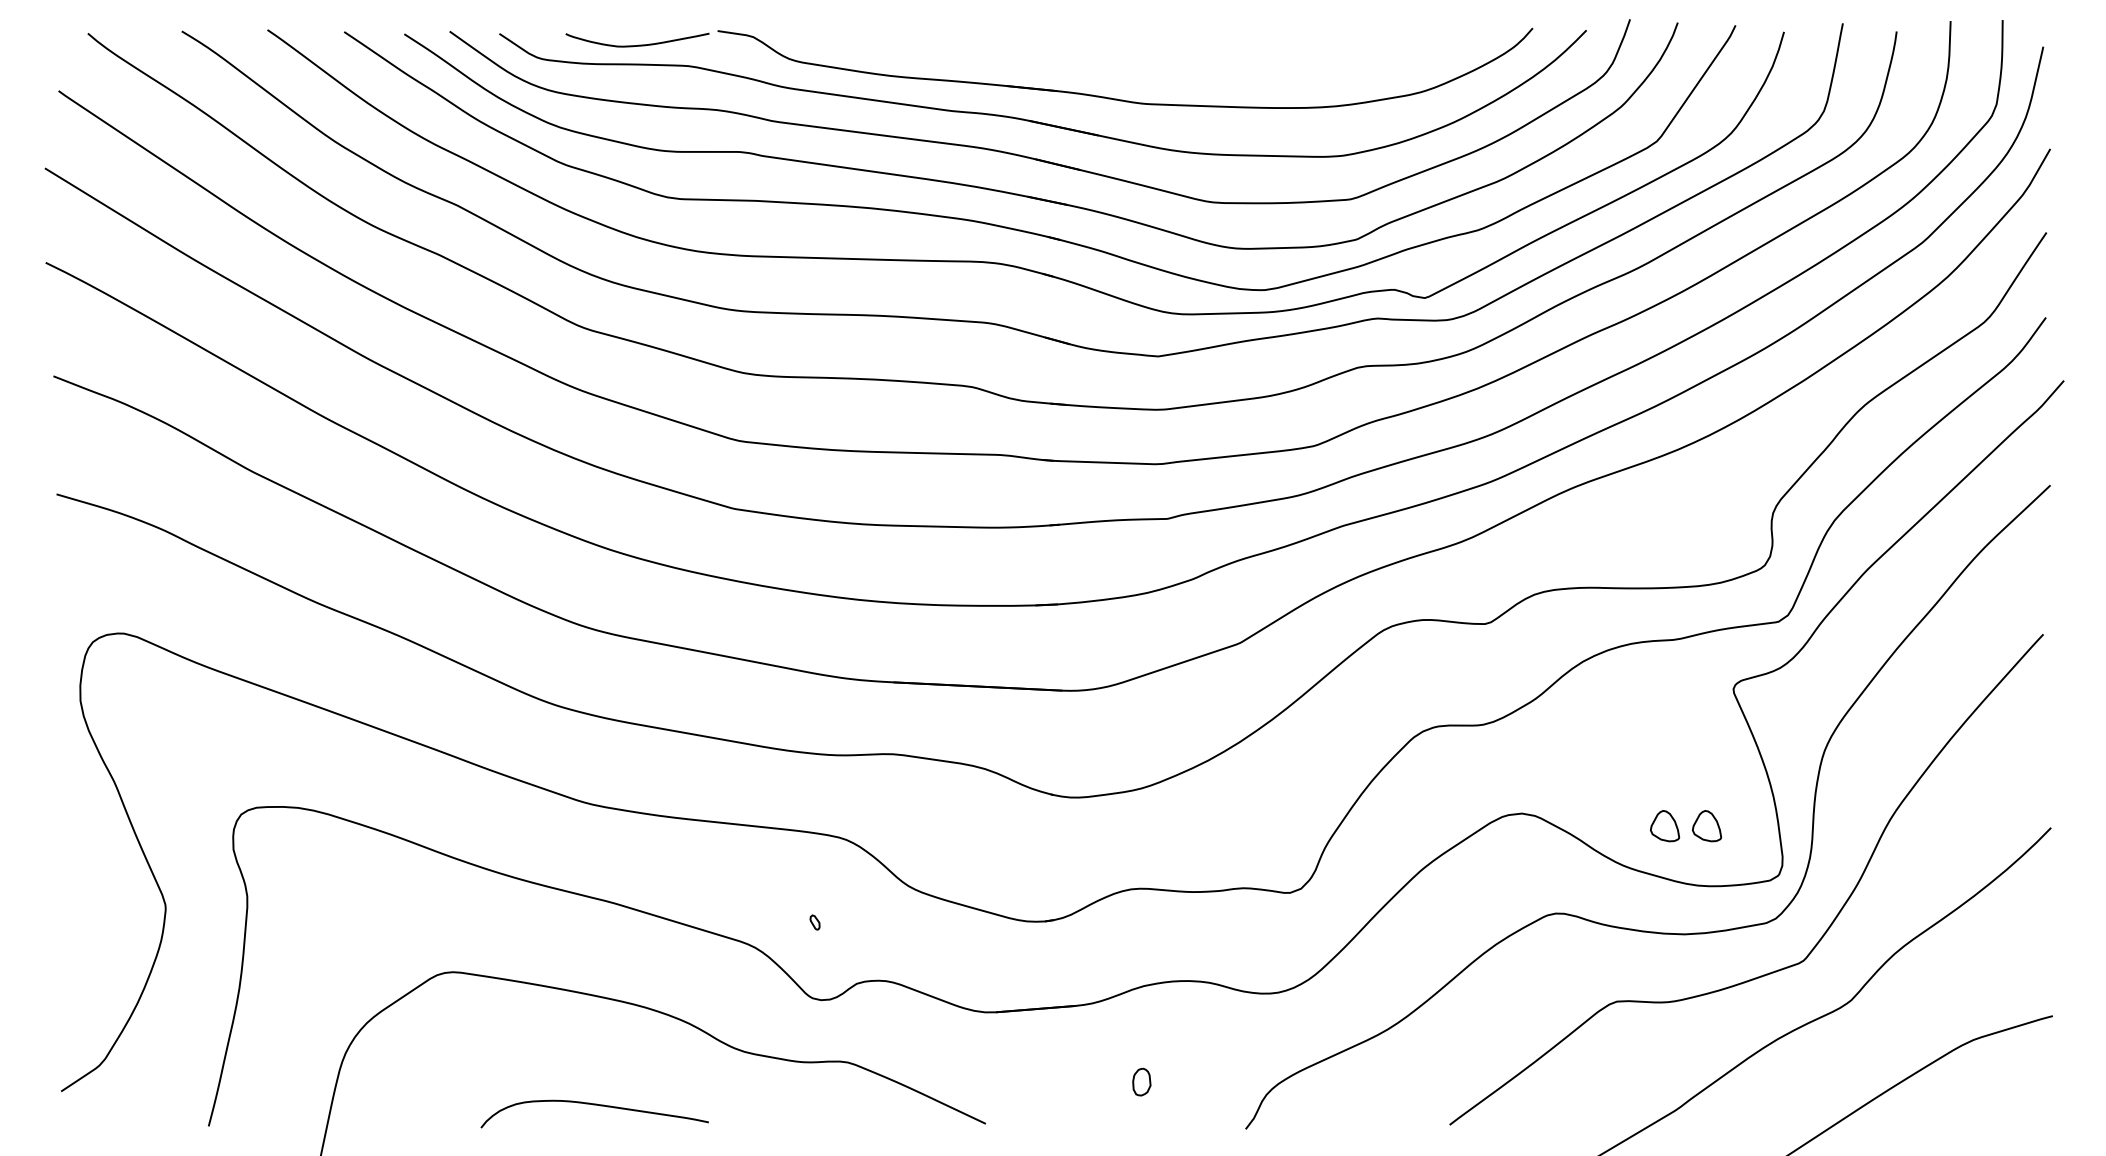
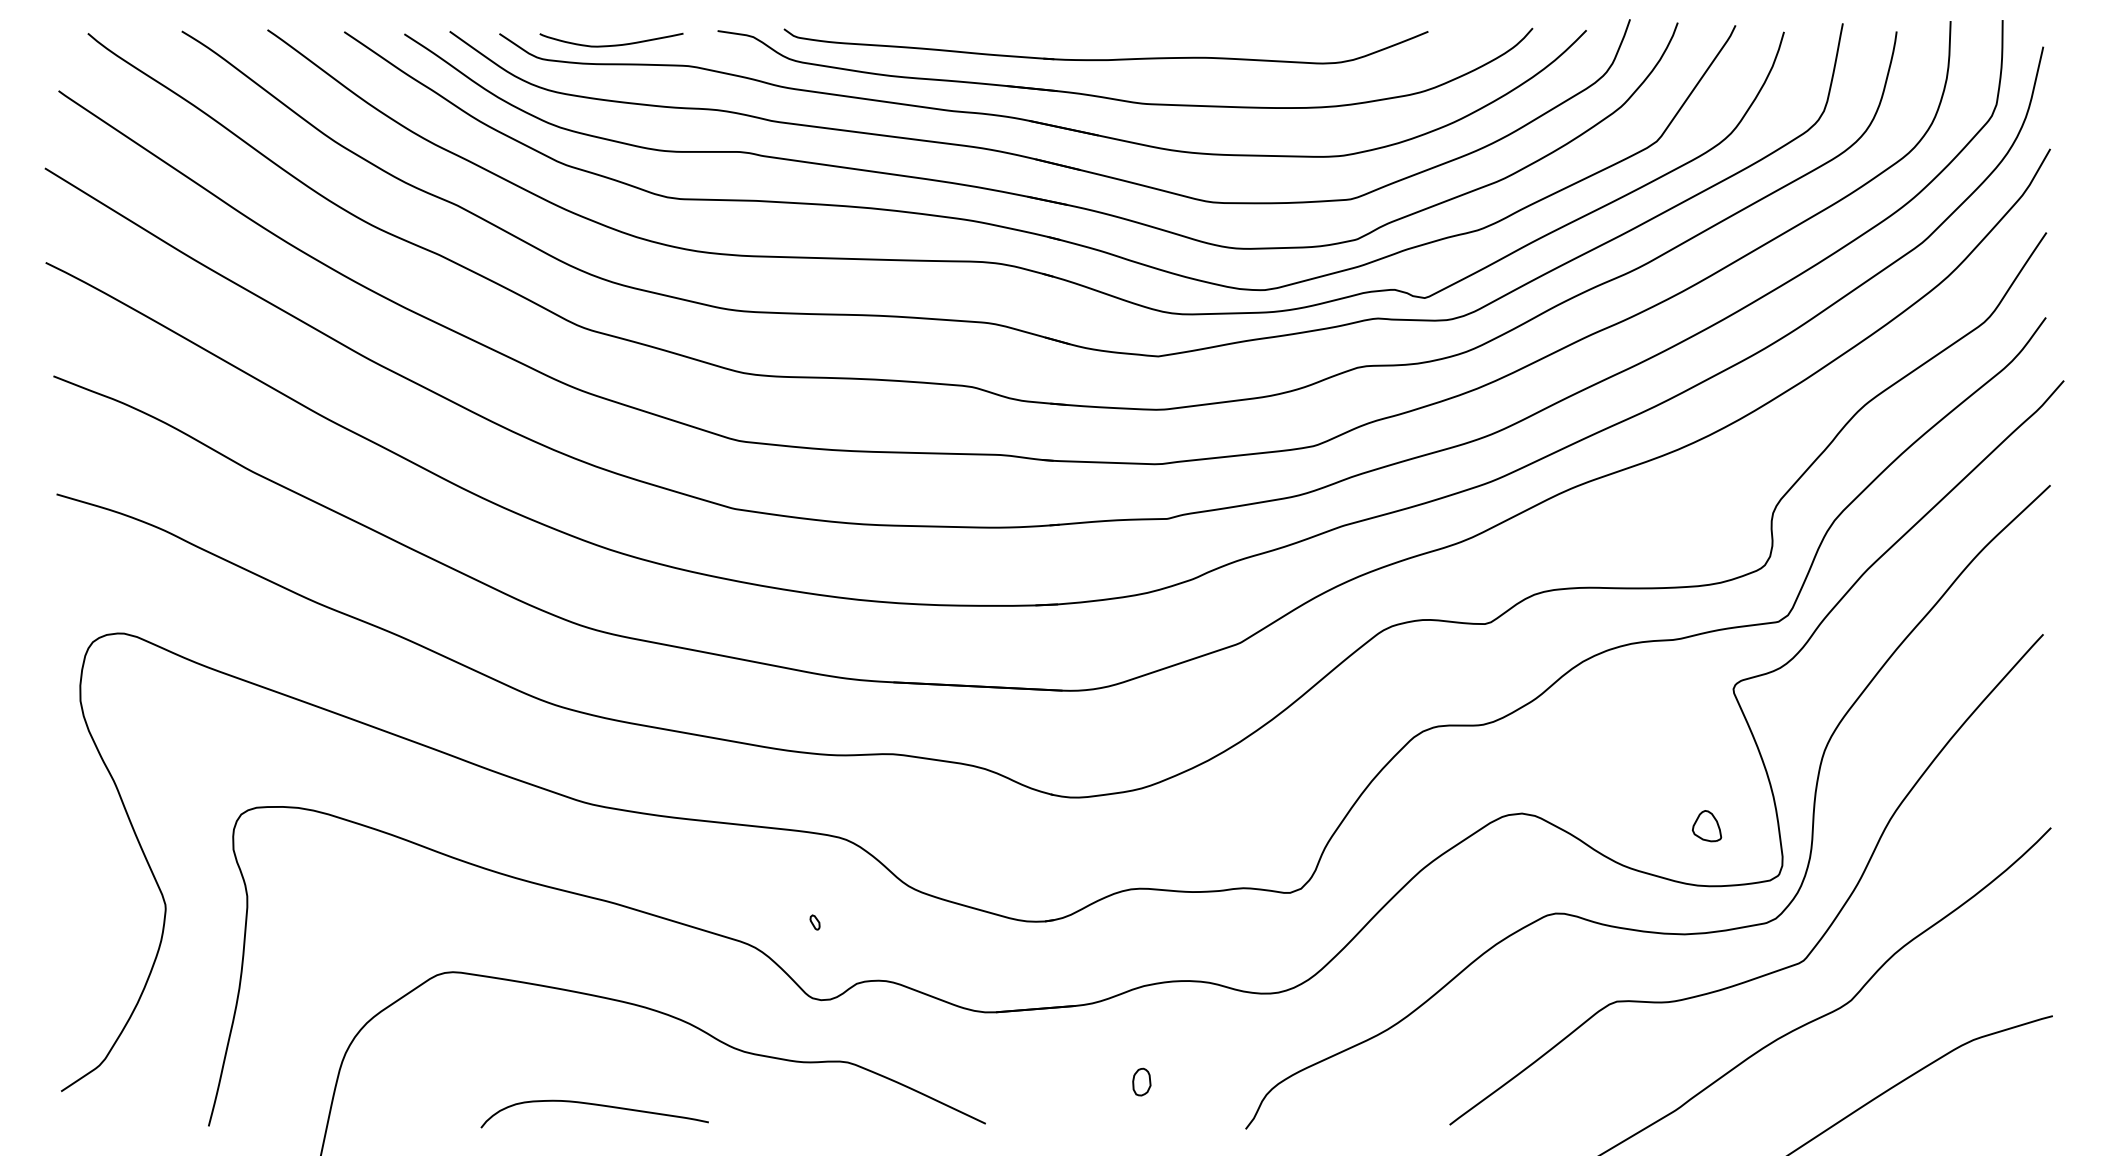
curve at (638, 44) position: (638, 44) -> (612, 44)
part at (1105, 59): none -> present
part at (1664, 826): present -> none
